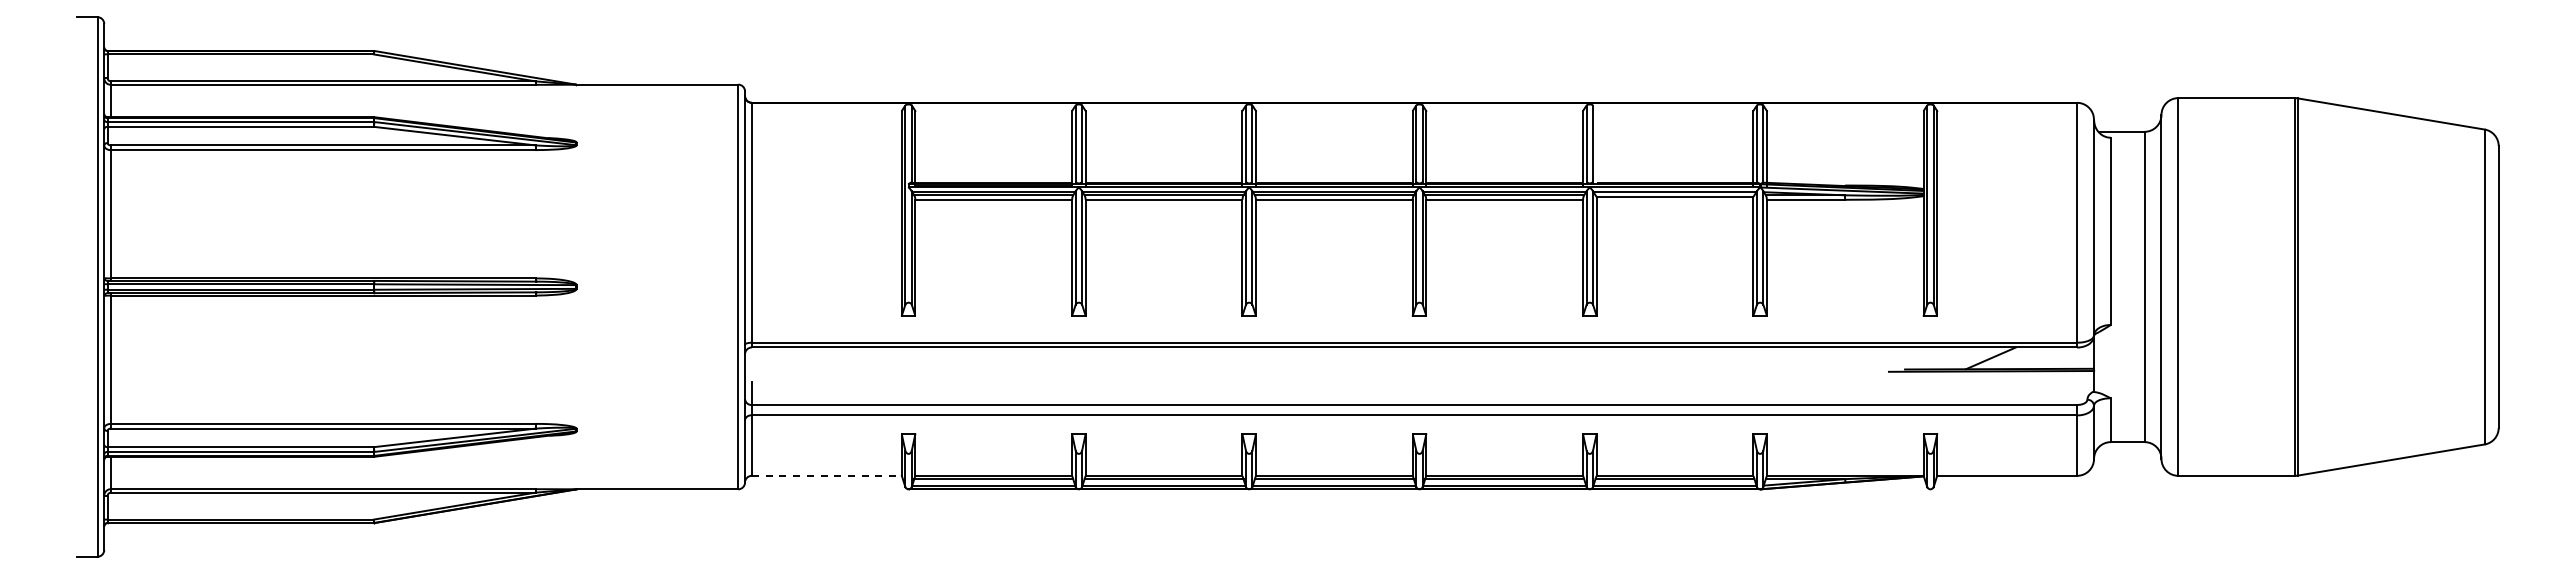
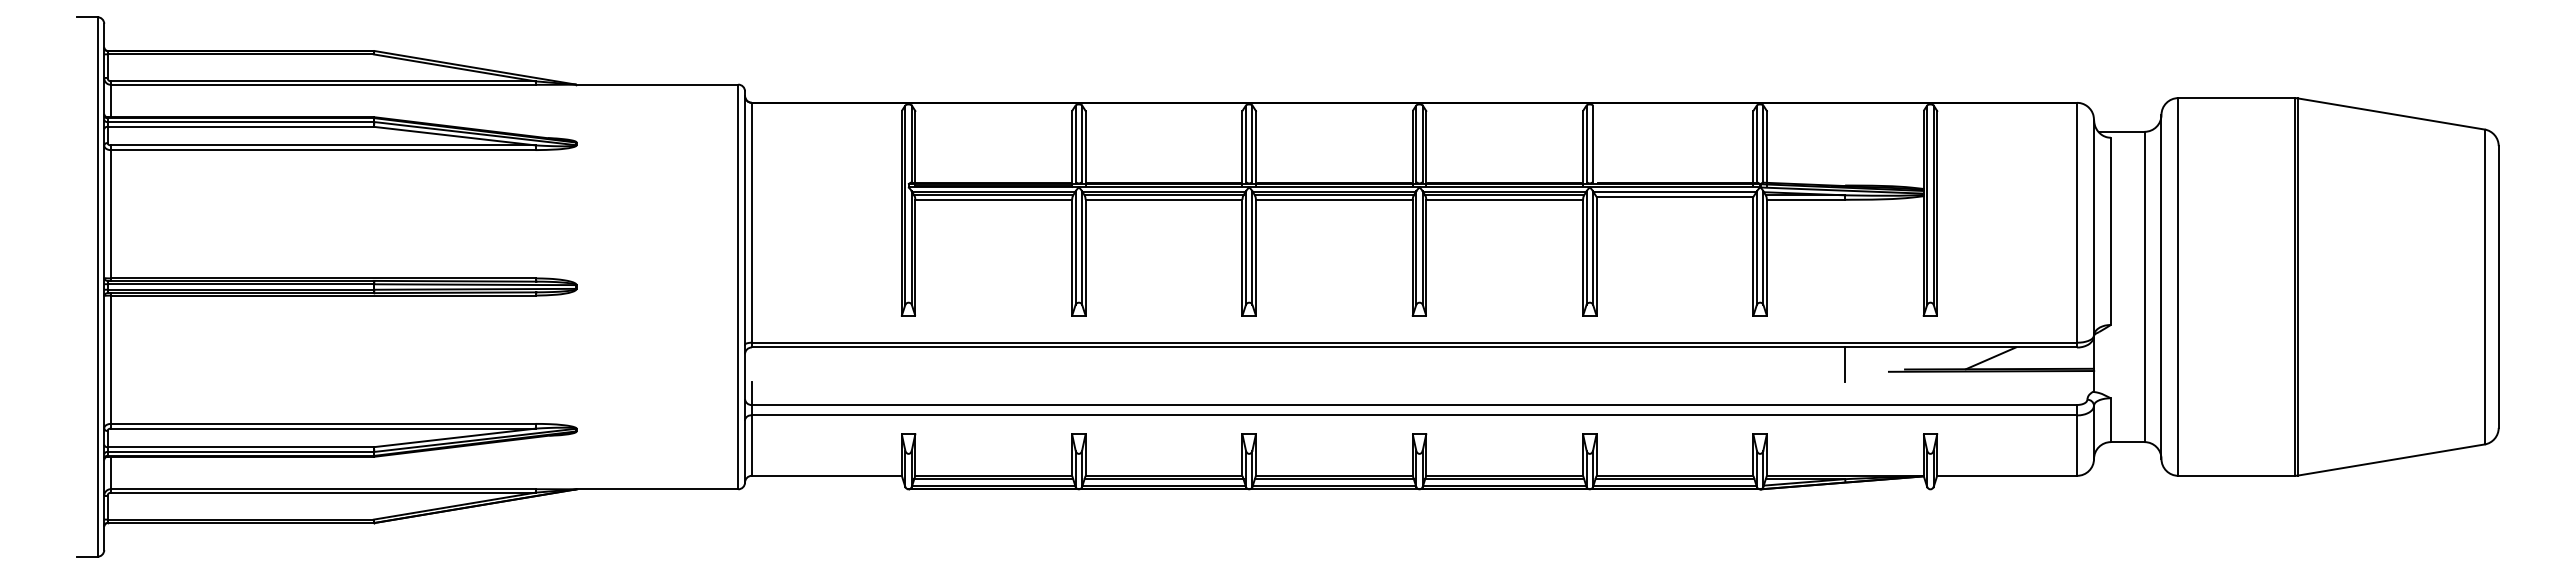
line at (1845, 364): none -> present
line at (827, 475): dashed -> solid
